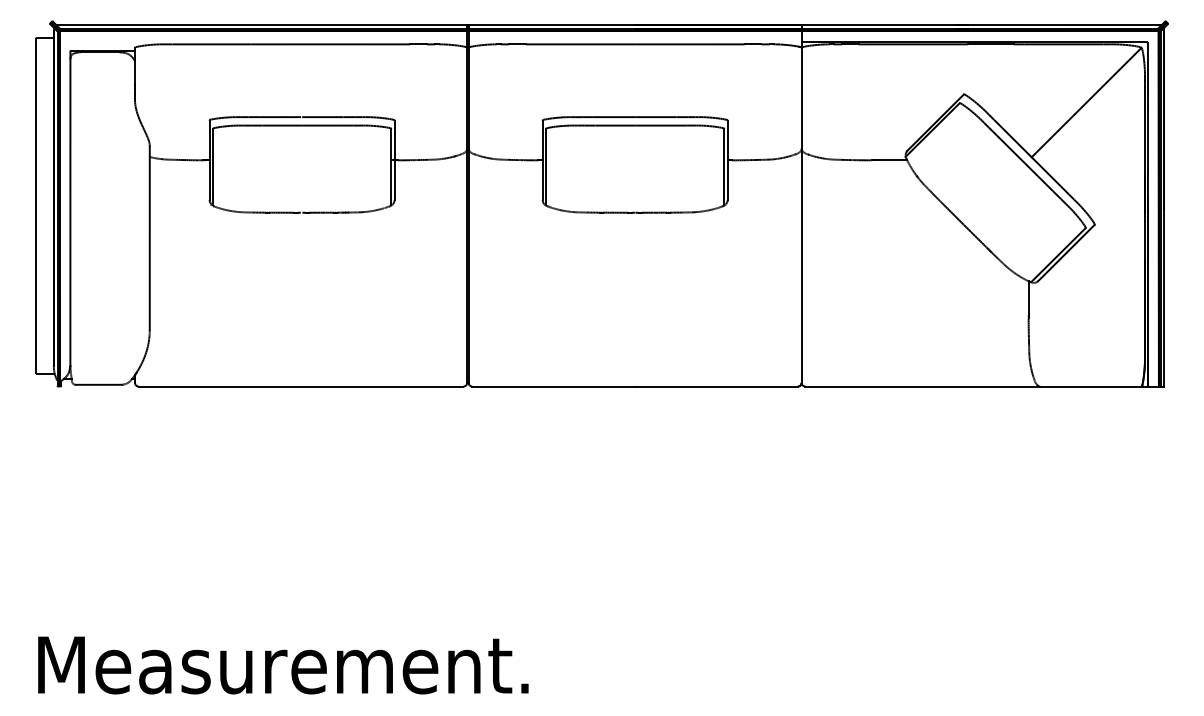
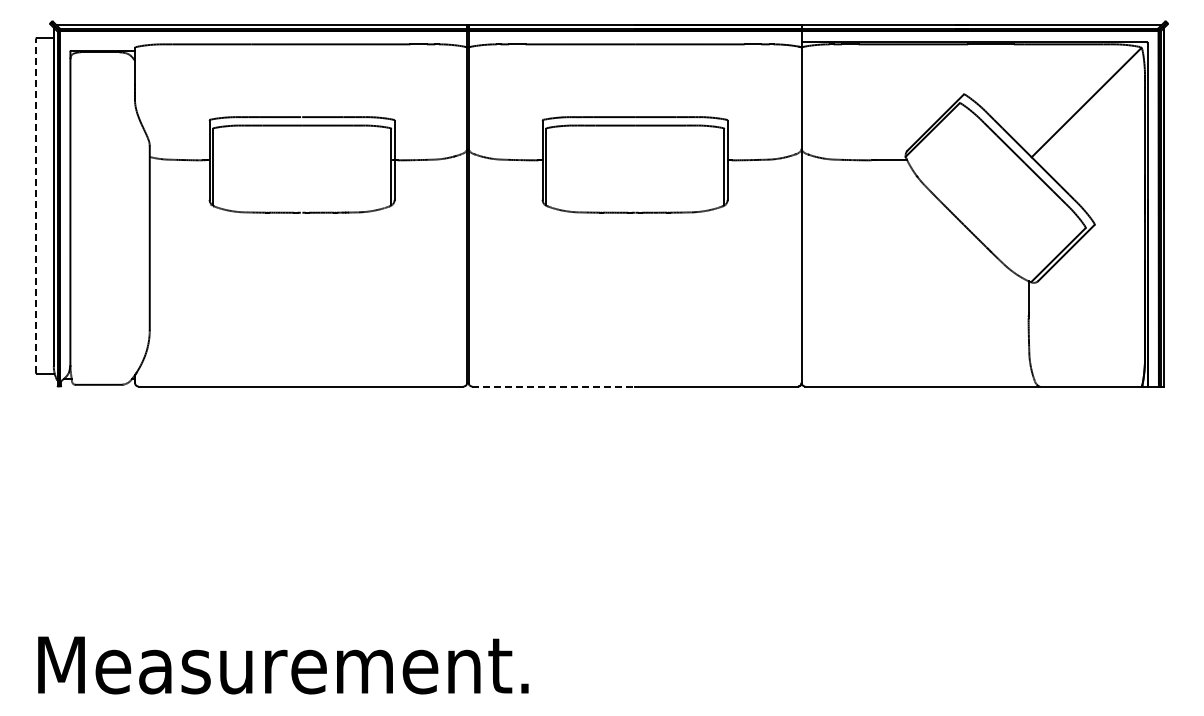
line at (36, 205): solid -> dashed
line at (554, 386): solid -> dashed
